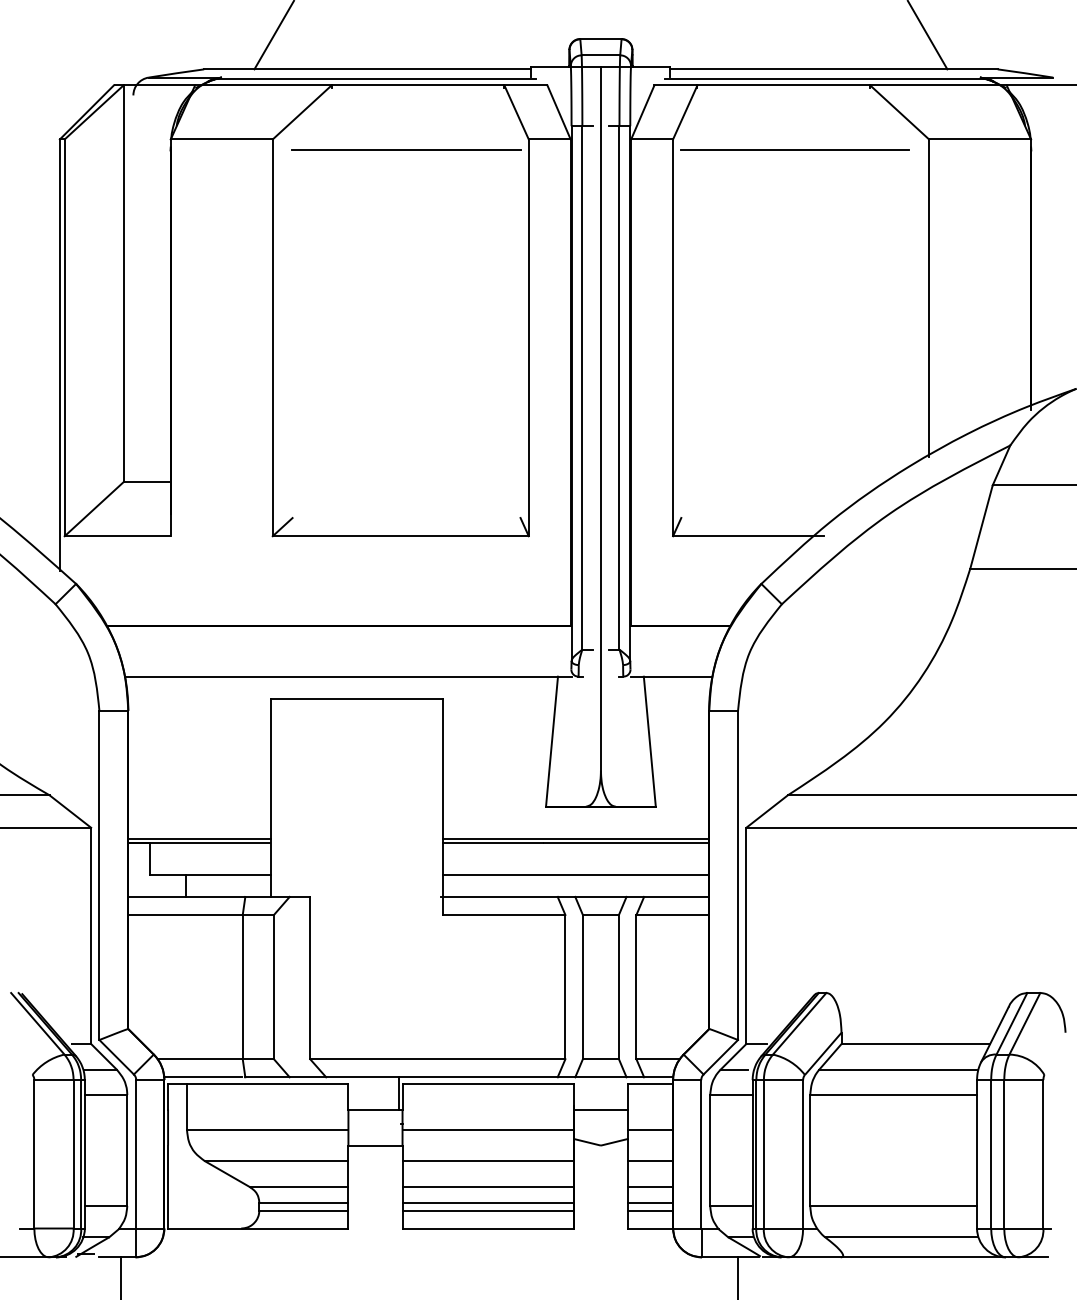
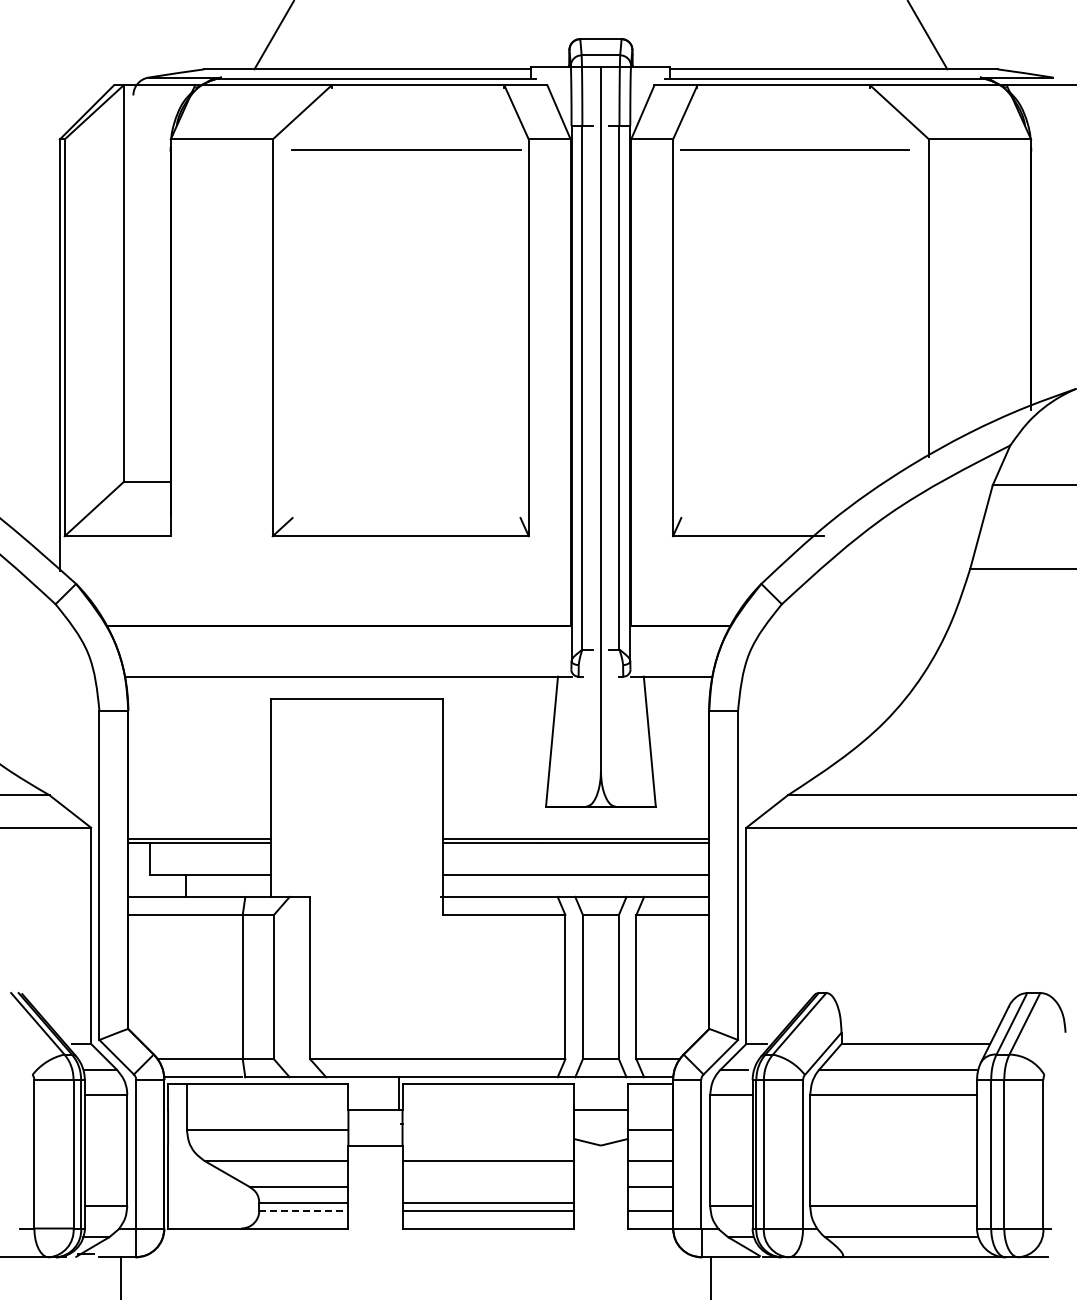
line at (487, 1130): present -> none
line at (487, 1187): present -> none
line at (650, 1202): present -> none
line at (303, 1210): solid -> dashed
line at (737, 1276) position: (737, 1276) -> (710, 1276)
